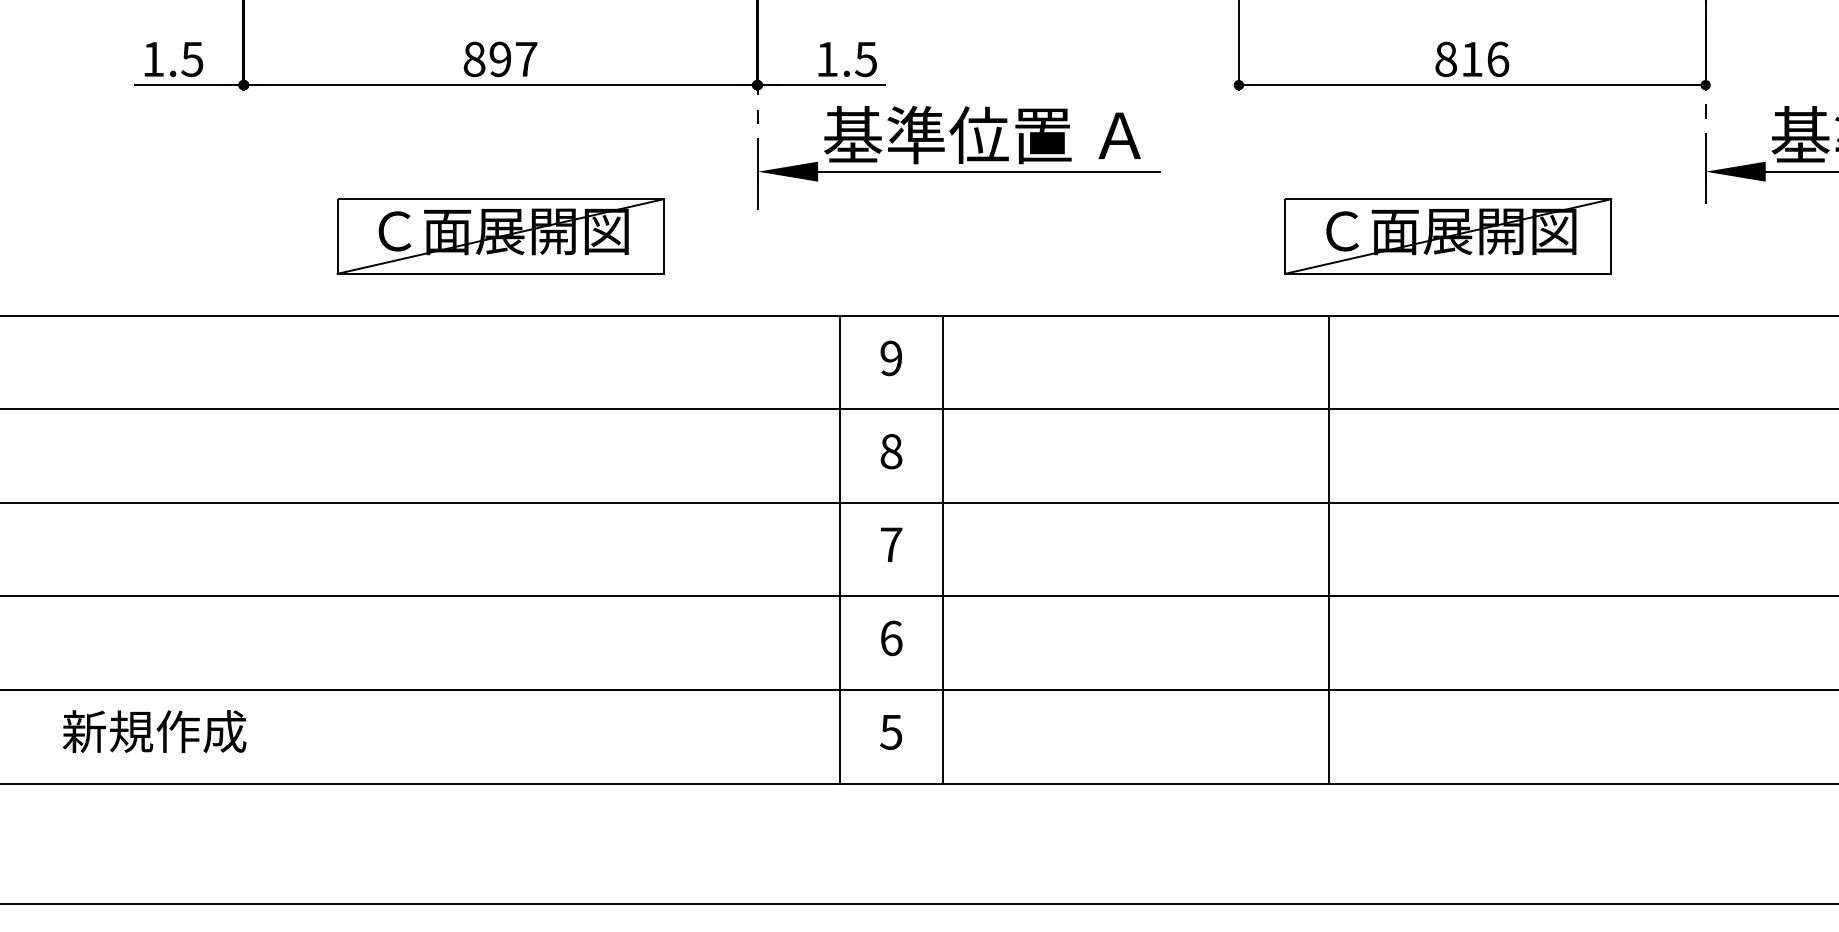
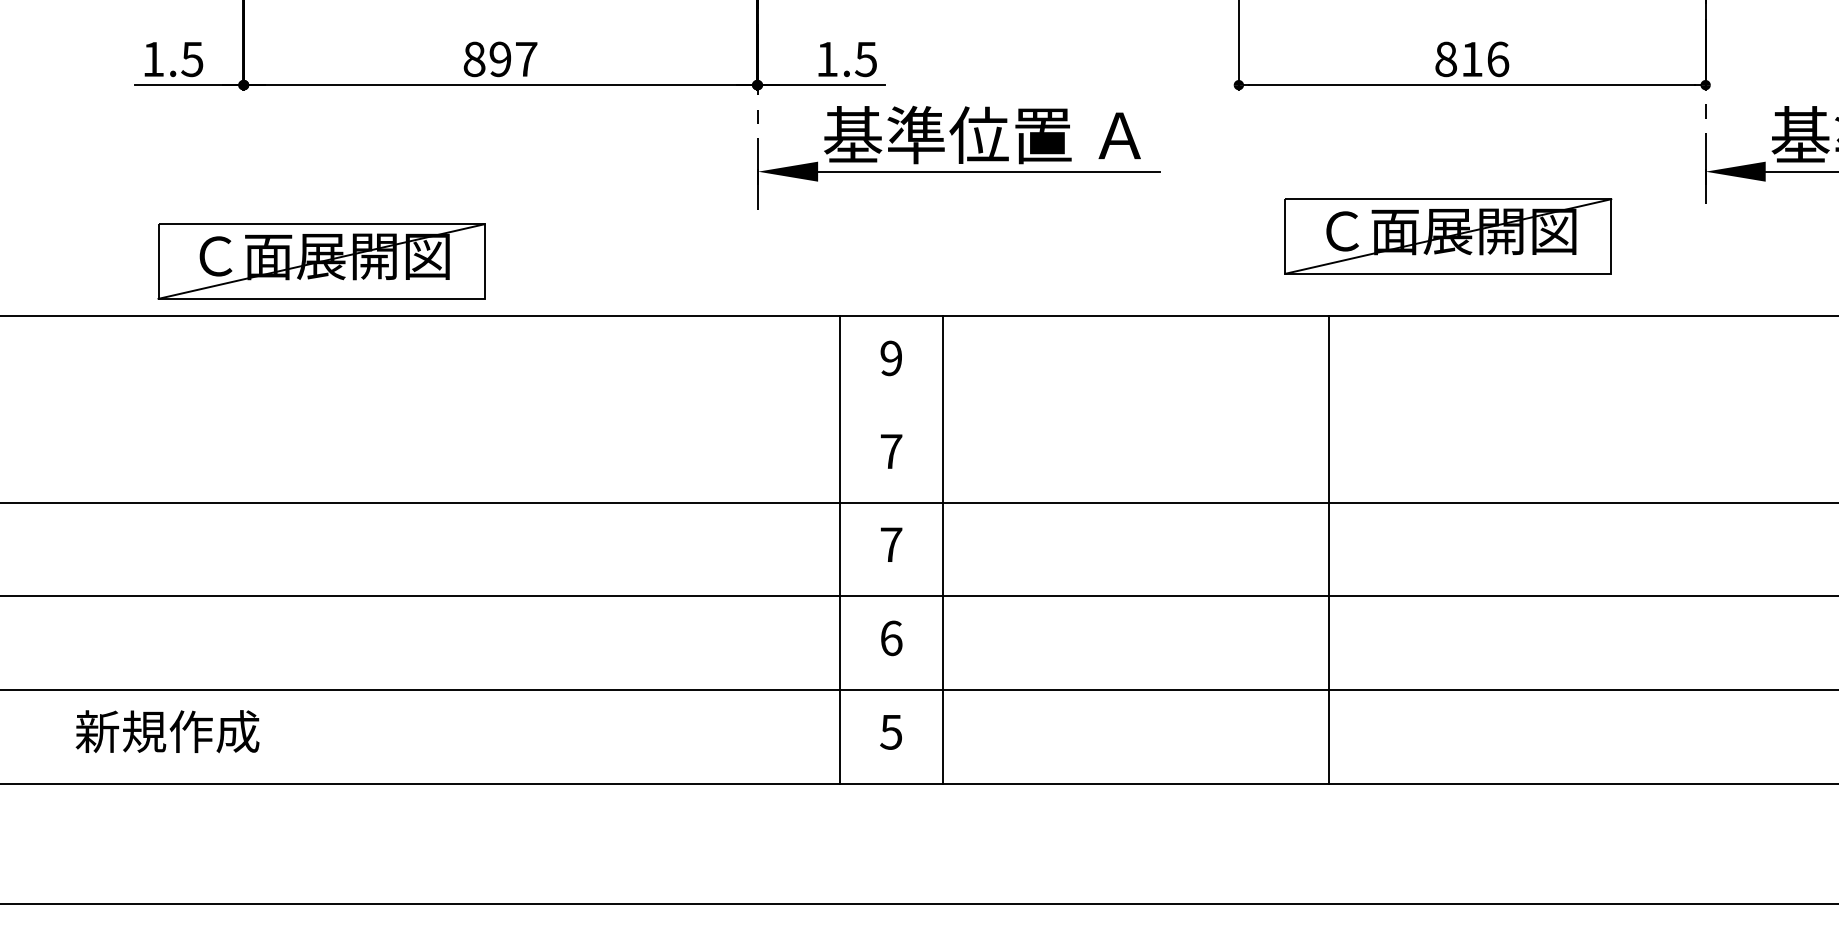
part at (500, 236) position: (500, 236) -> (321, 261)
line at (918, 409): present -> none
text at (891, 451): 8 -> 7
text at (154, 731) position: (154, 731) -> (167, 731)
